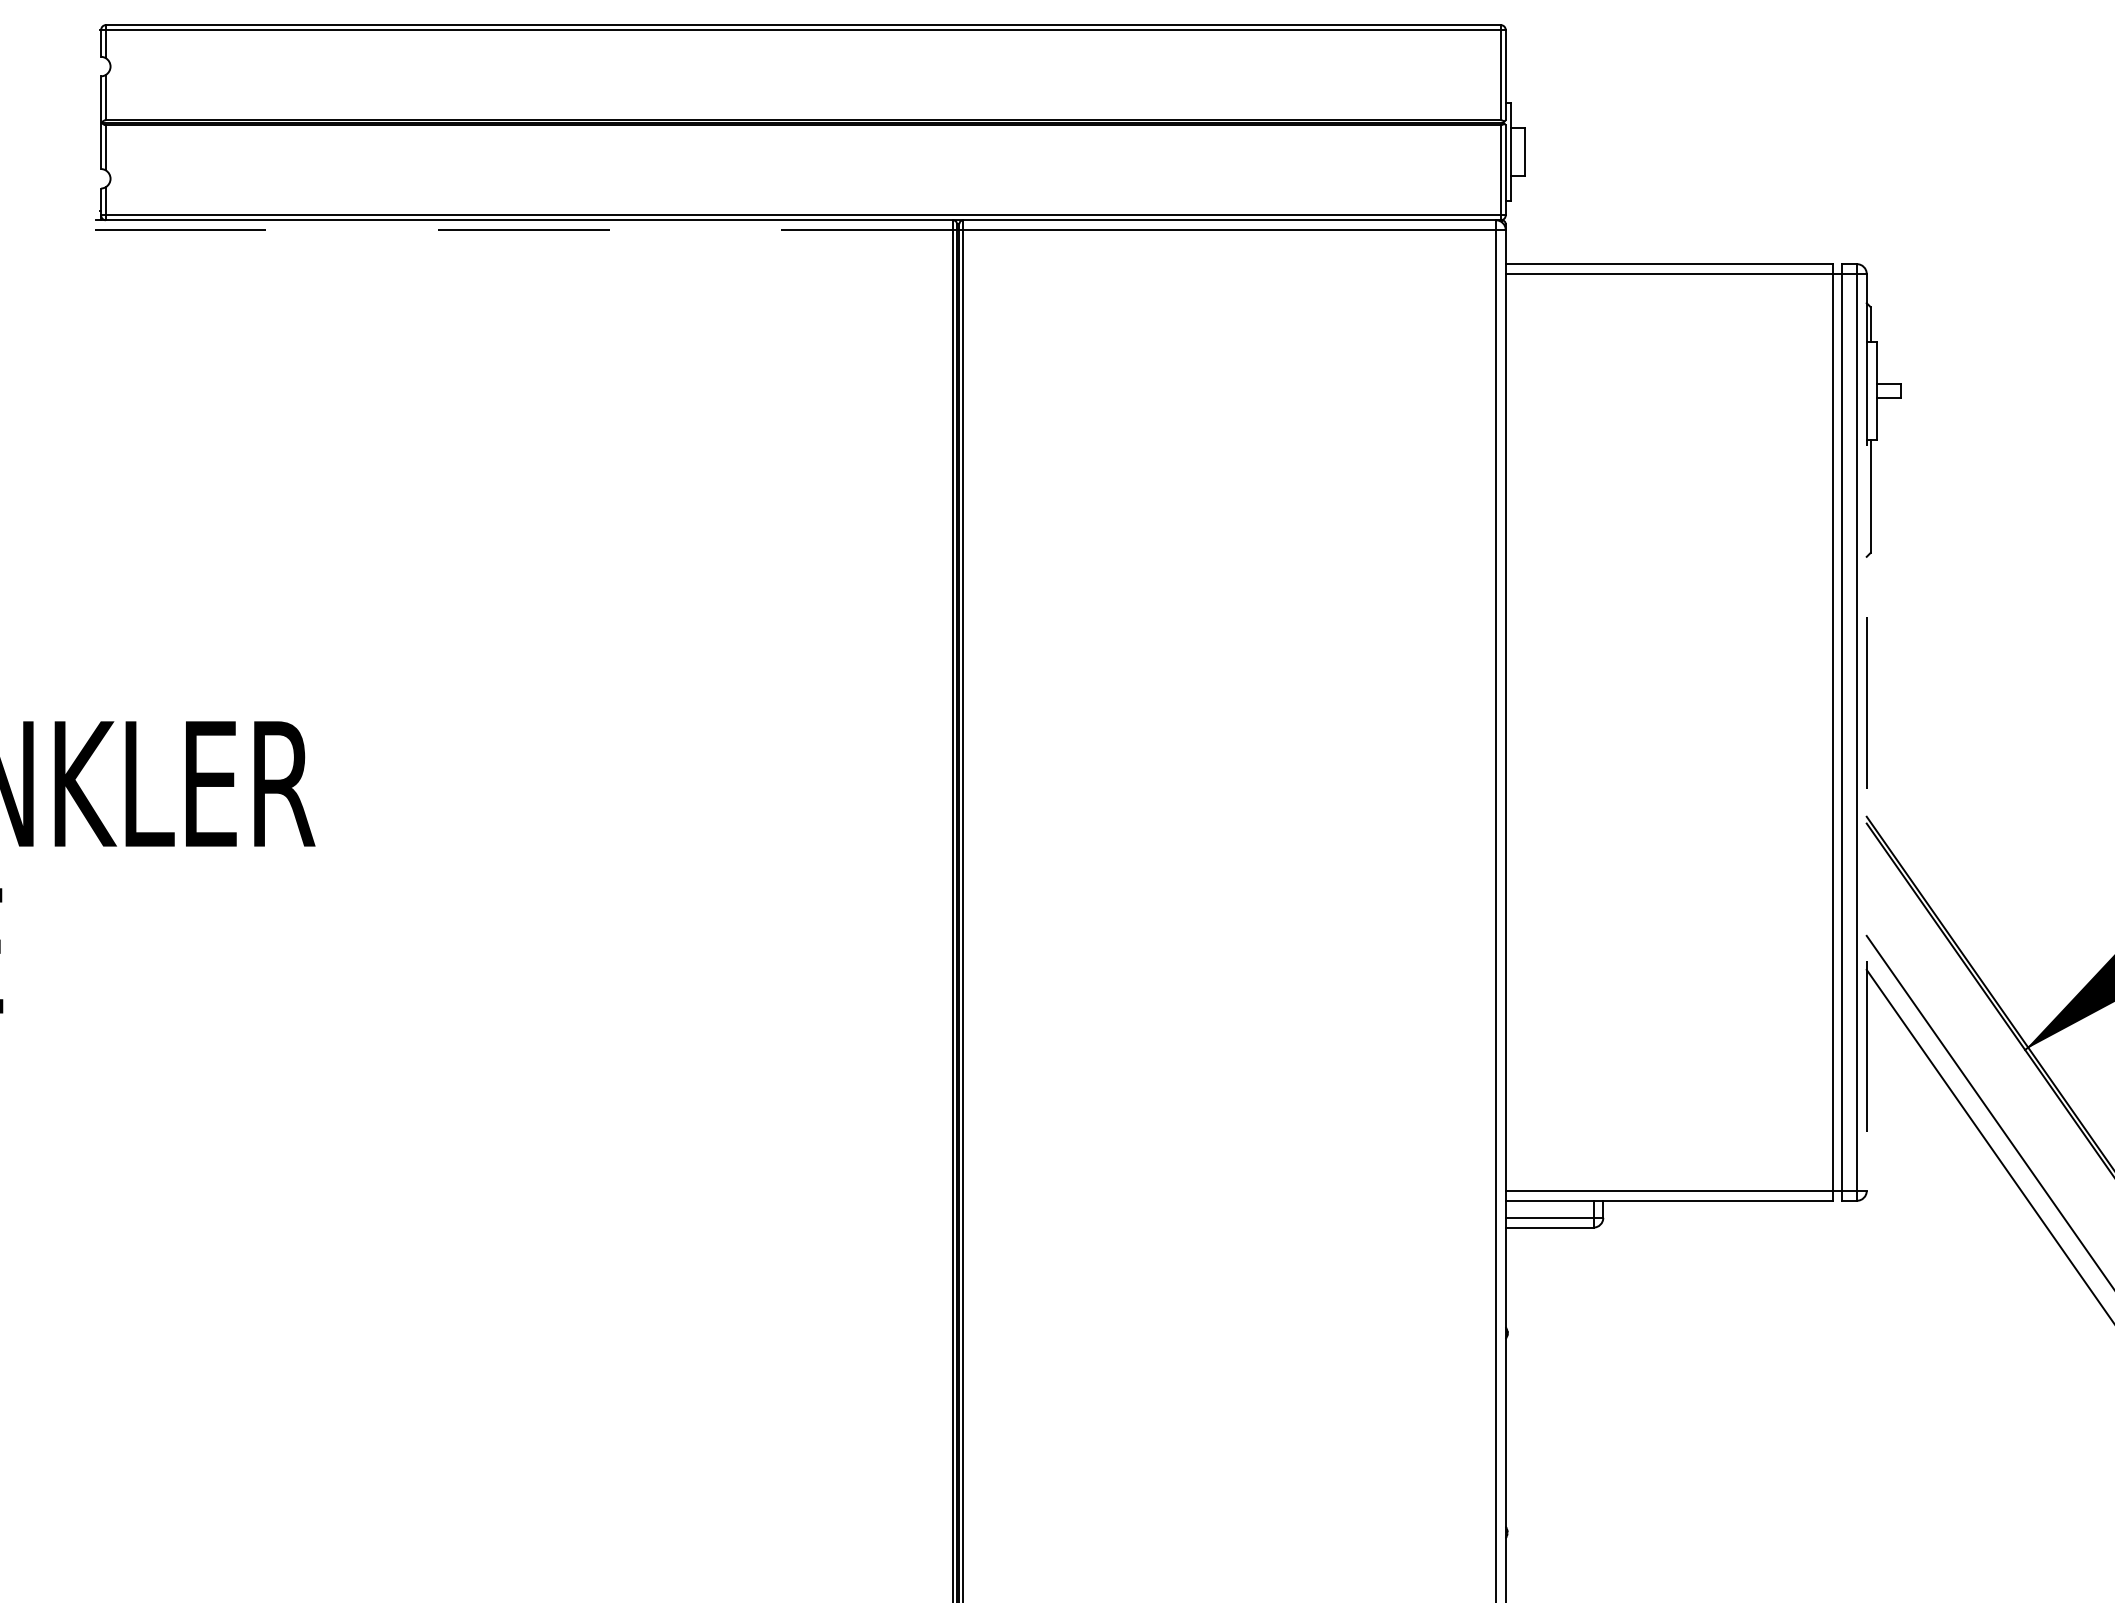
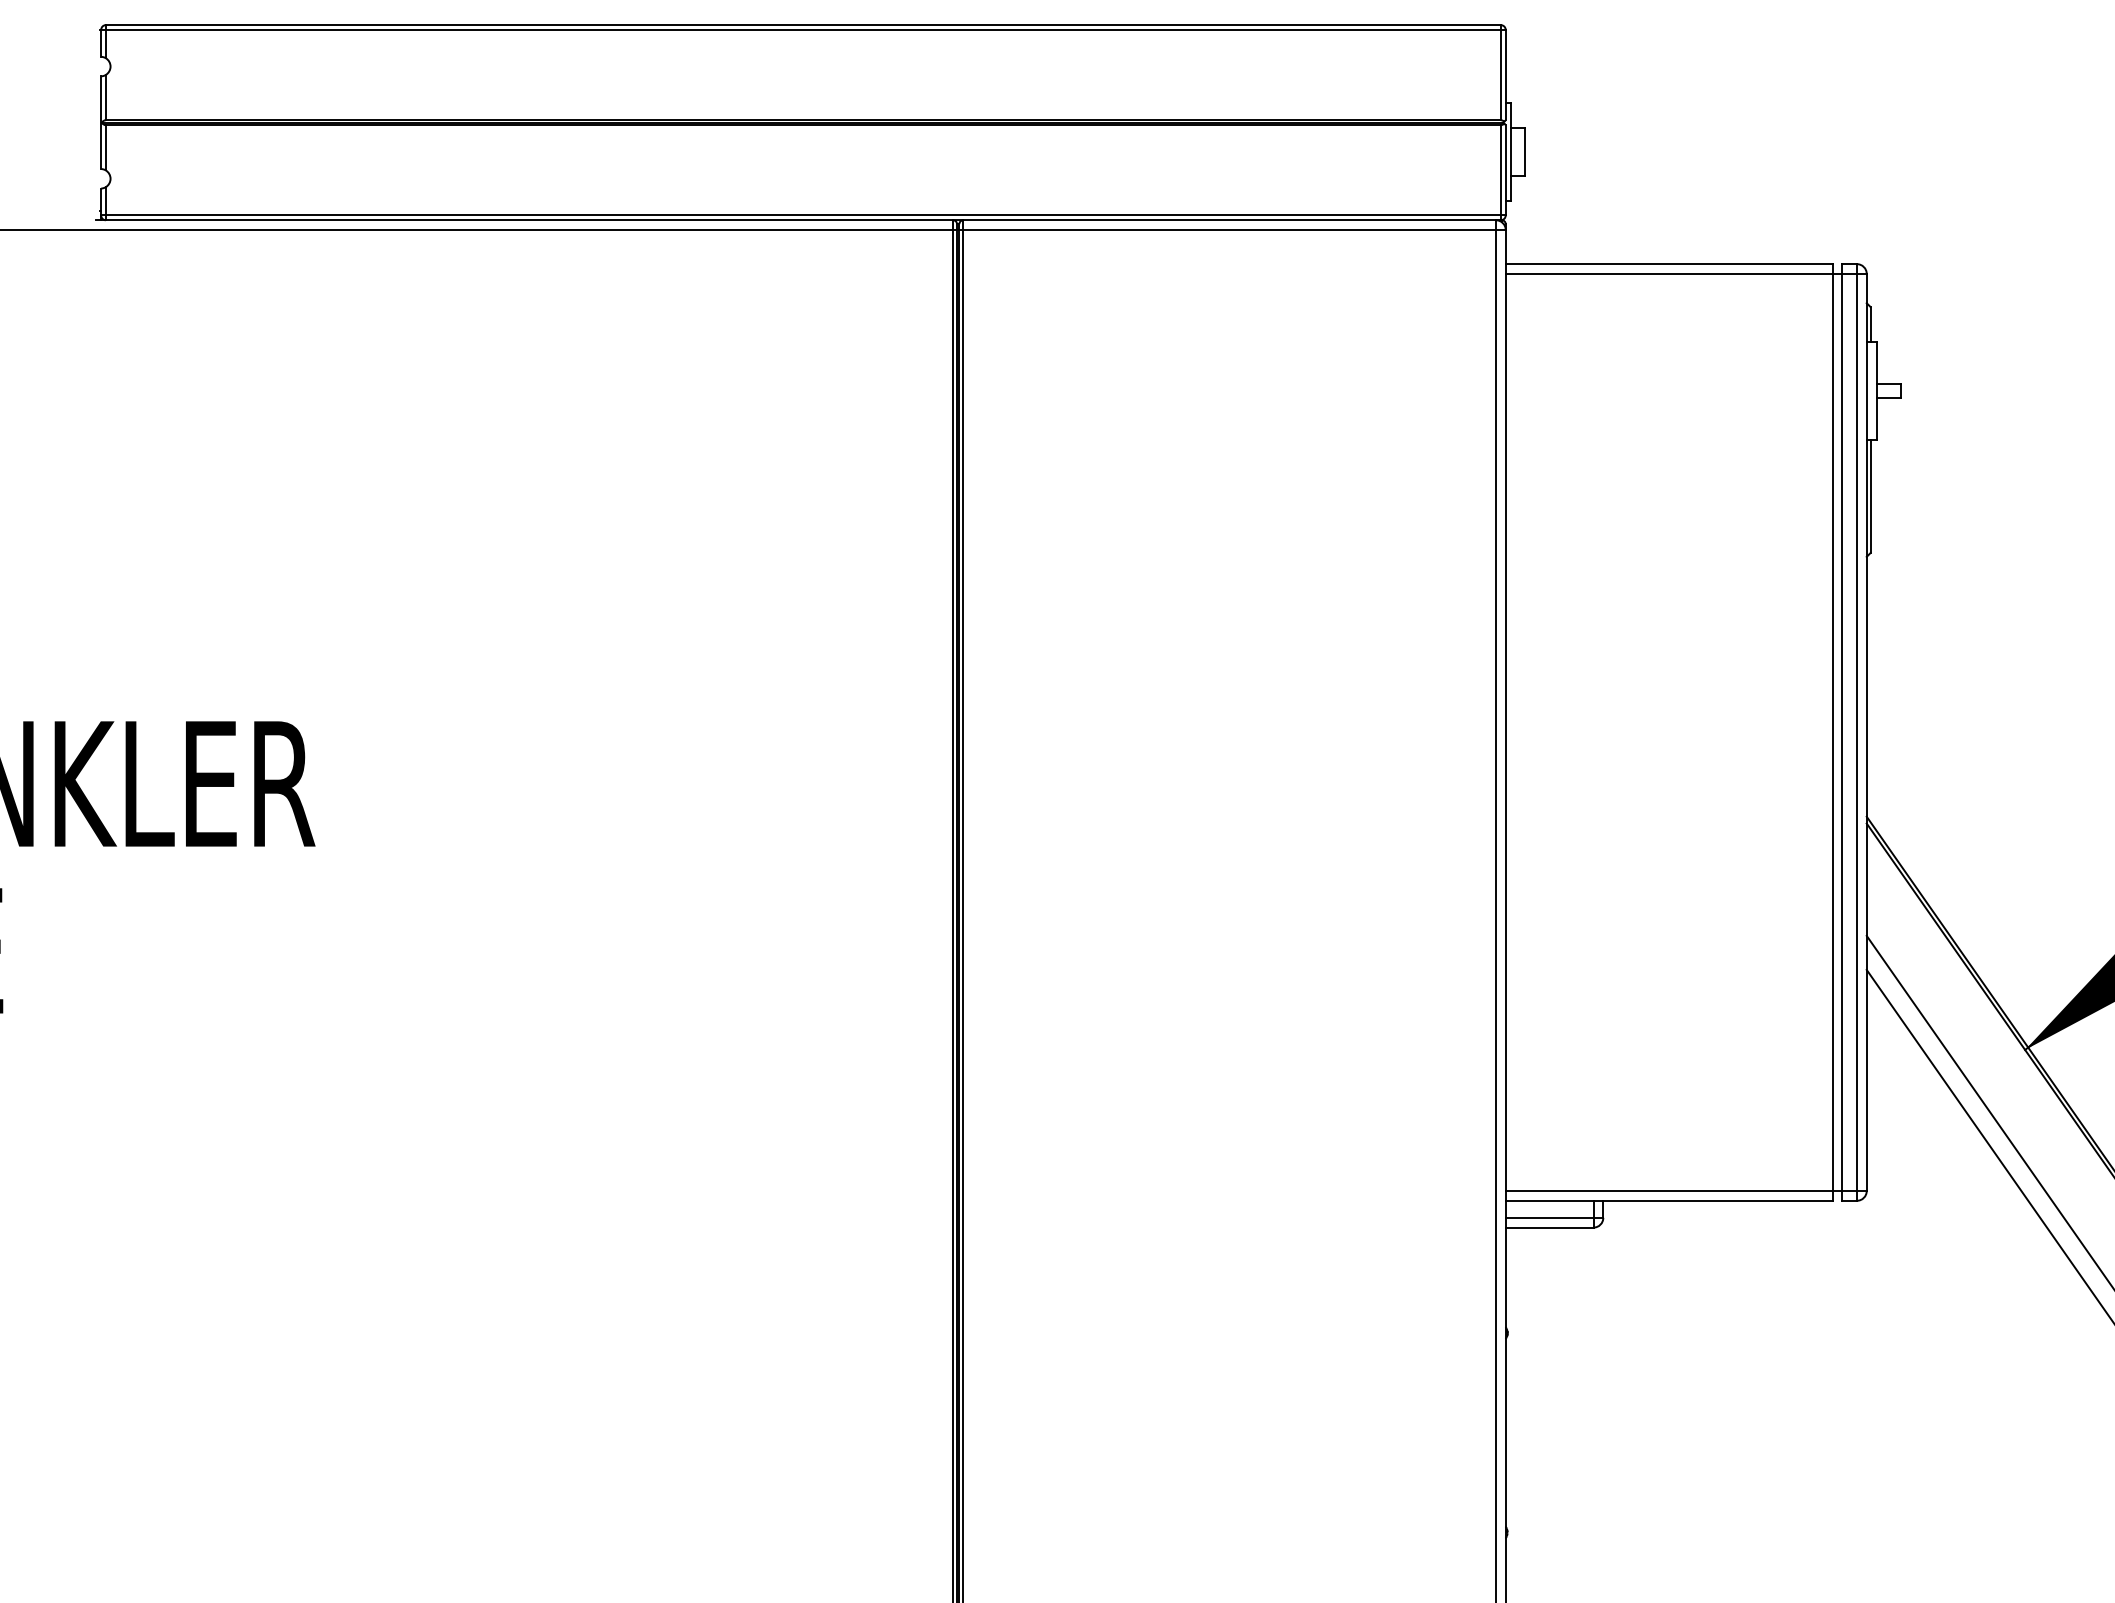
line at (476, 230): dashed -> solid
line at (1866, 732): dashed -> solid
